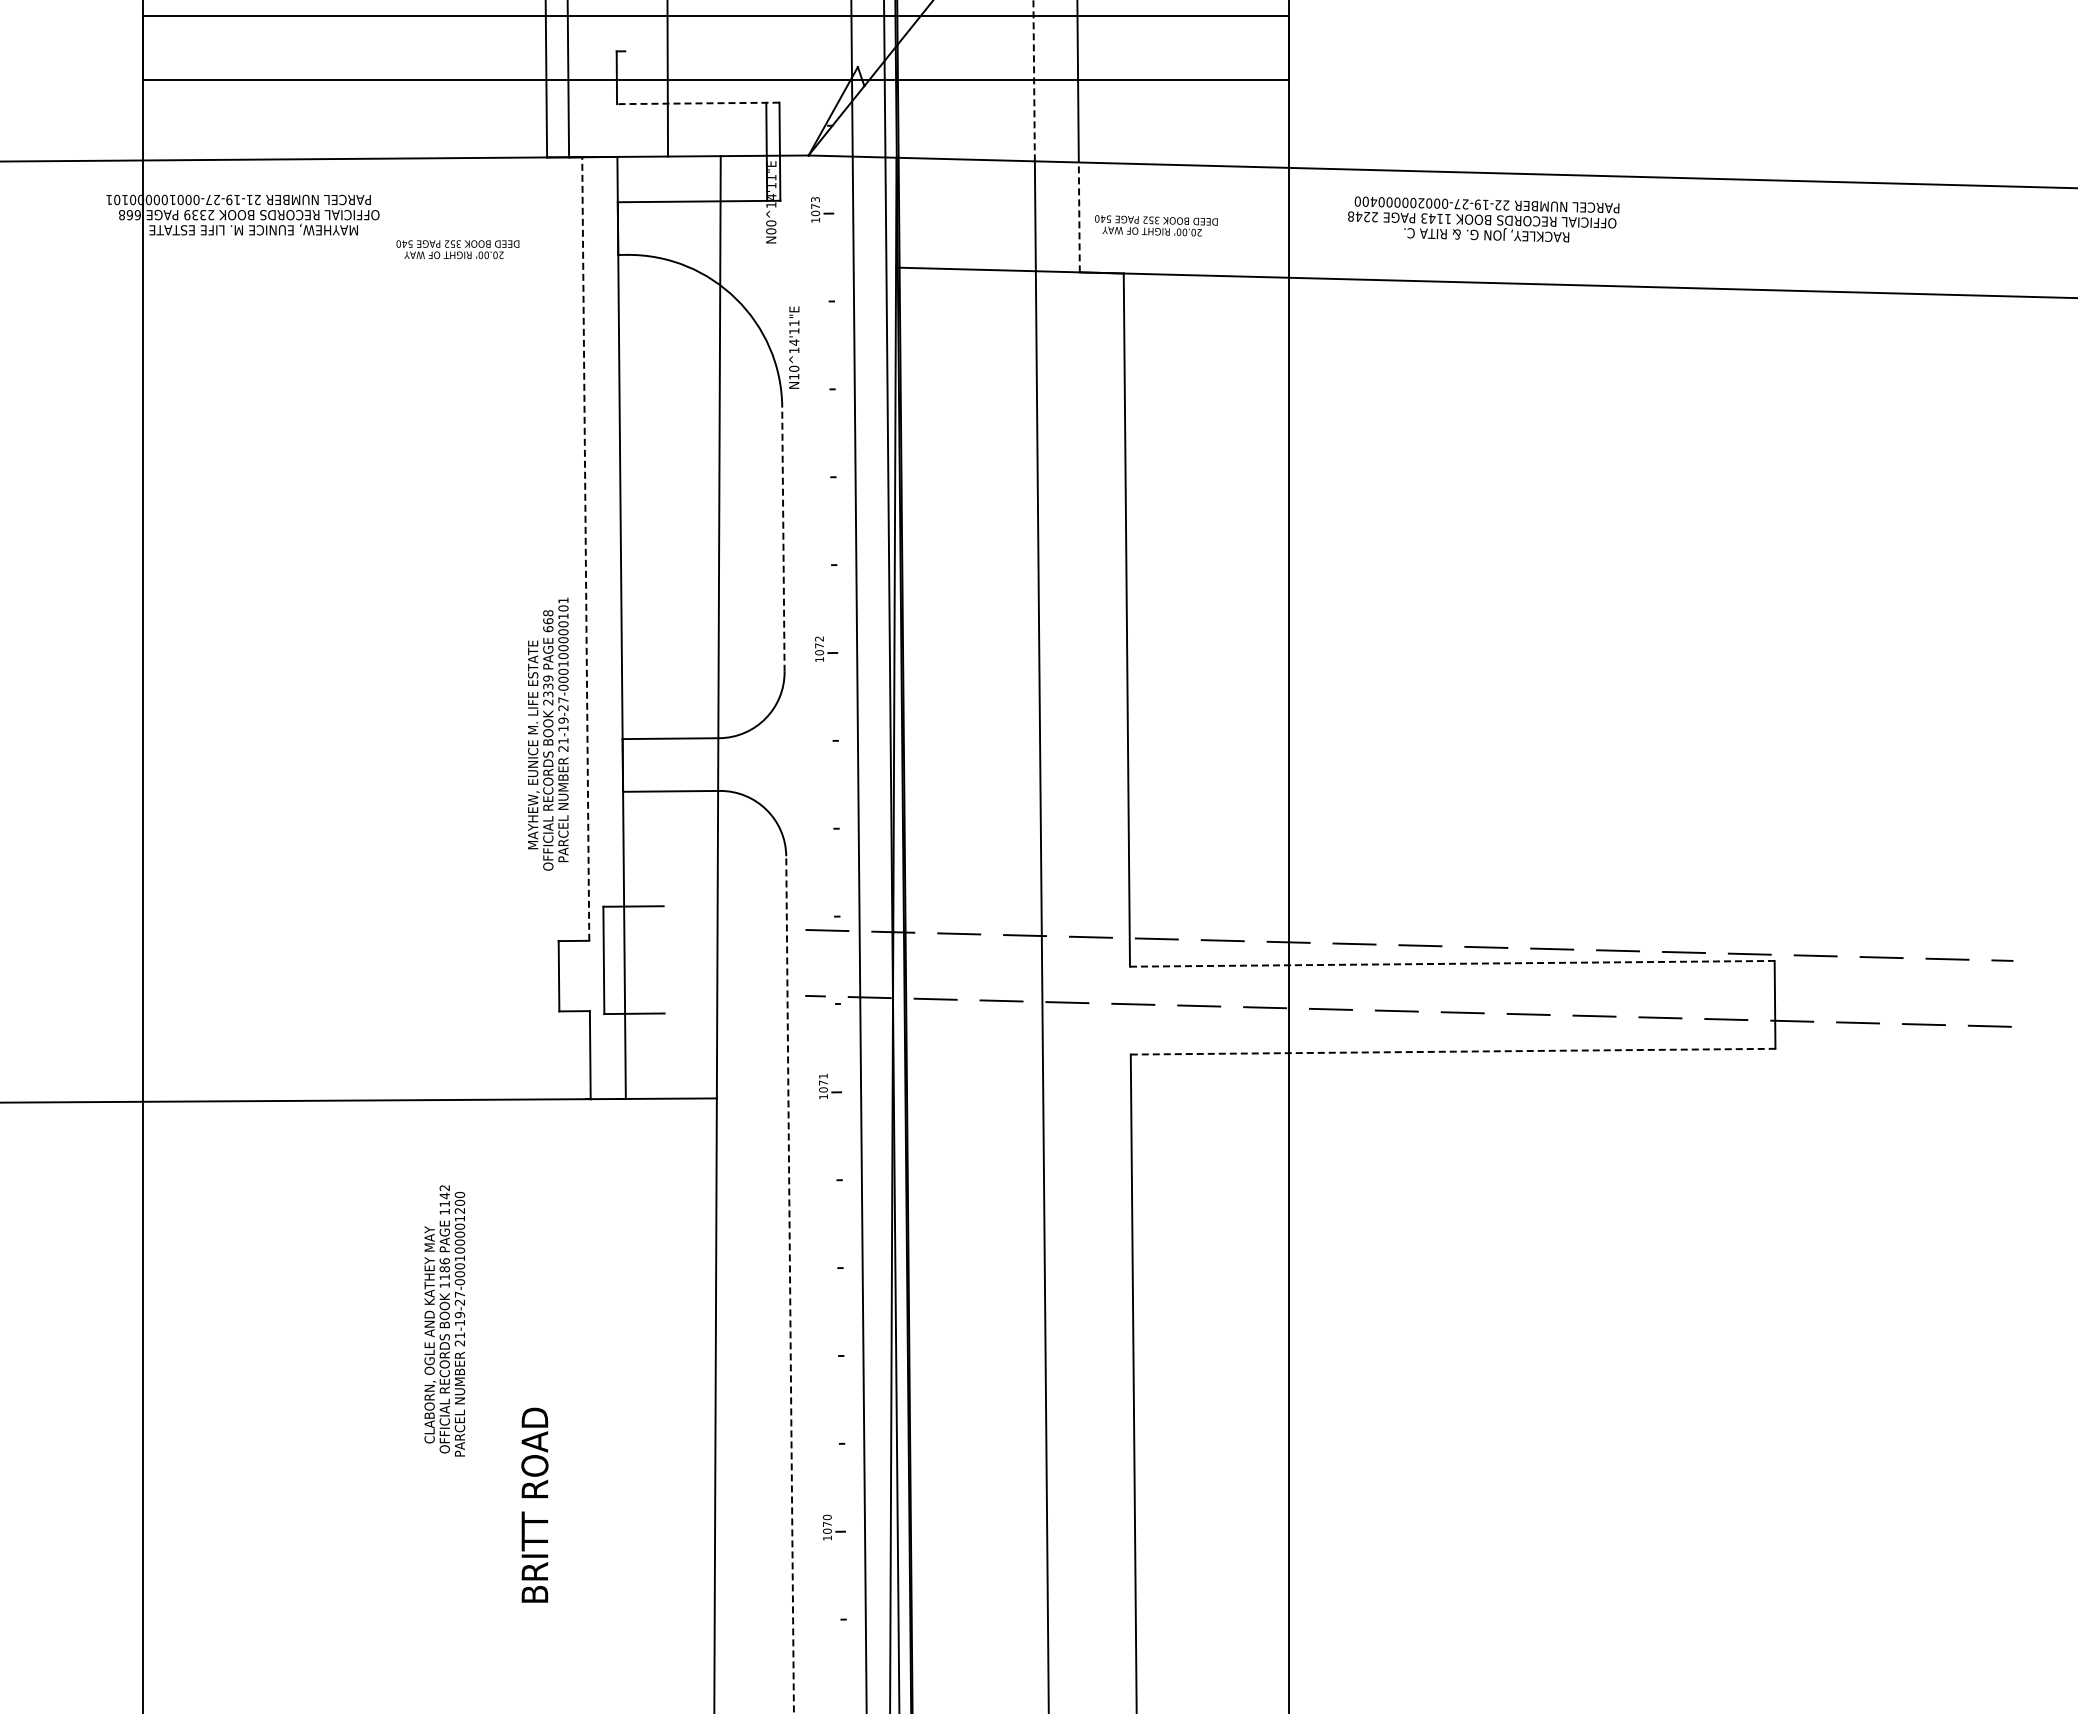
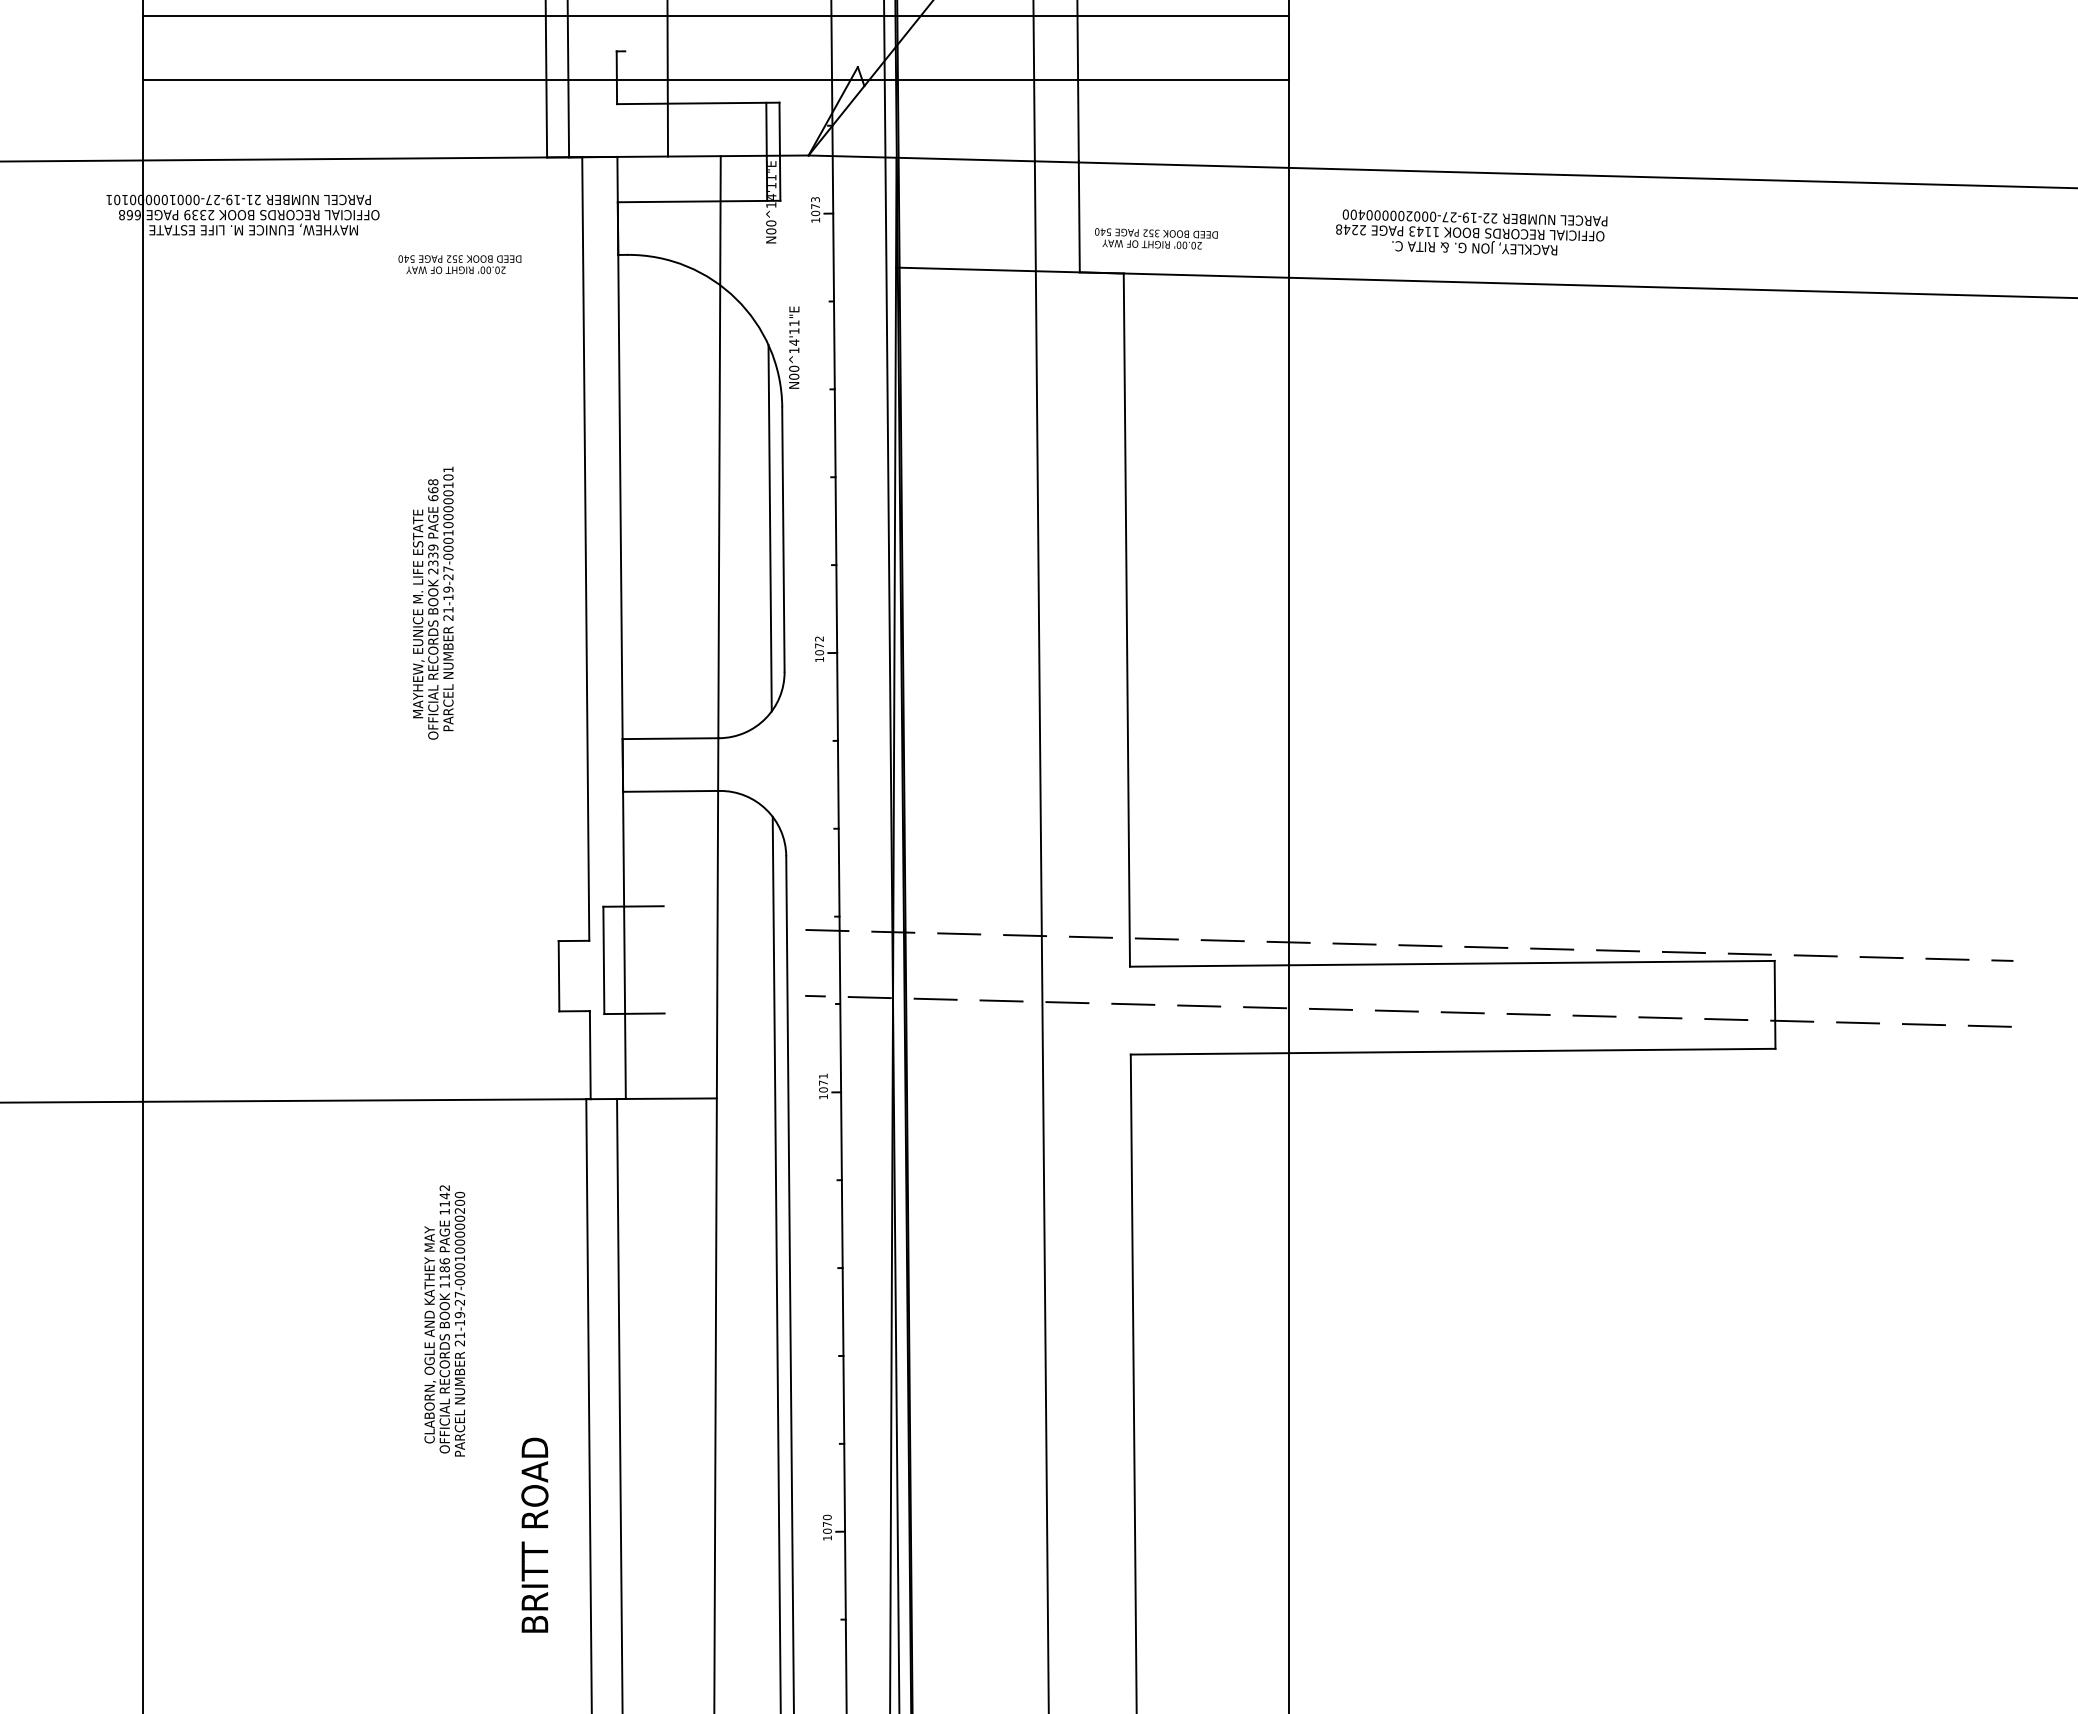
line at (1034, 80): dashed -> solid
line at (697, 103): dashed -> solid
line at (1079, 216): dashed -> solid
text at (1483, 219) position: (1483, 219) -> (1471, 232)
text at (1156, 225) position: (1156, 225) -> (1156, 238)
text at (457, 249) position: (457, 249) -> (459, 264)
text at (794, 376): N10^ -> N00^
line at (769, 528): none -> present
line at (783, 539): dashed -> solid
line at (585, 549): dashed -> solid
text at (548, 733) position: (548, 733) -> (433, 602)
line at (858, 856) position: (858, 856) -> (838, 856)
line at (1452, 963): dashed -> solid
line at (1453, 1051): dashed -> solid
text at (459, 1218): 21-19-27-000100001200 -> 21-19-27-000100000200
line at (776, 1263): none -> present
line at (790, 1285): dashed -> solid
line at (588, 1404): none -> present
line at (619, 1404): none -> present
text at (534, 1504) position: (534, 1504) -> (534, 1534)
